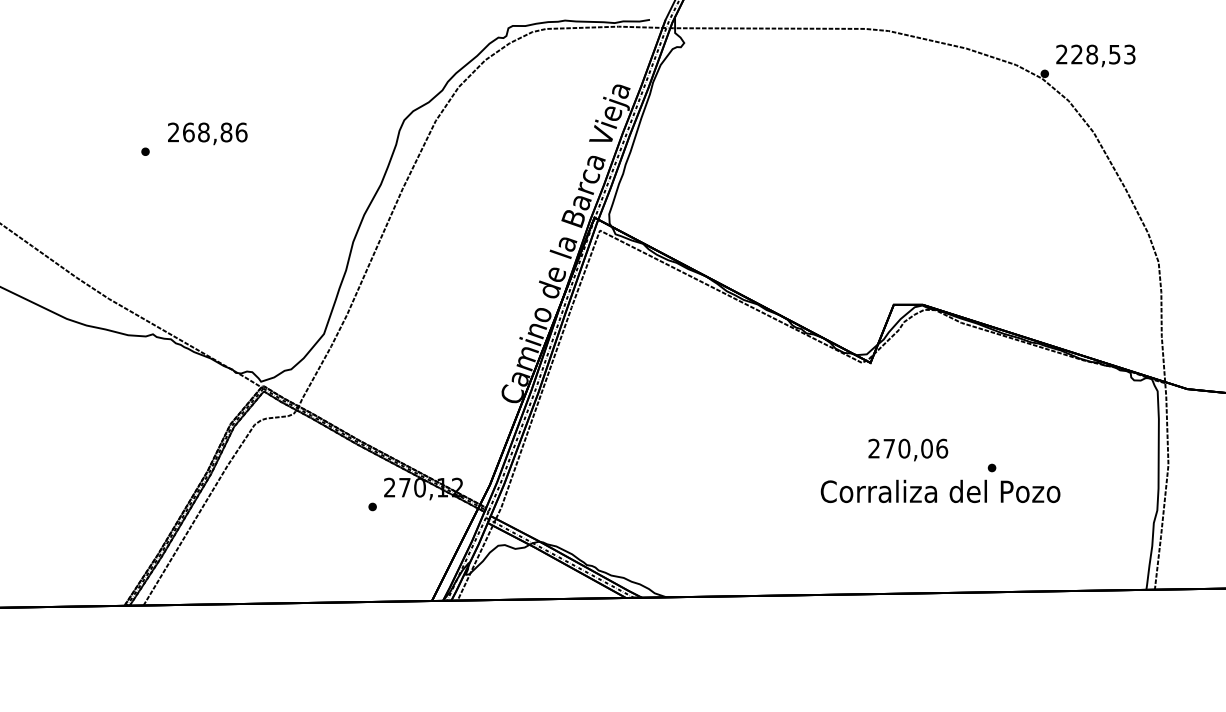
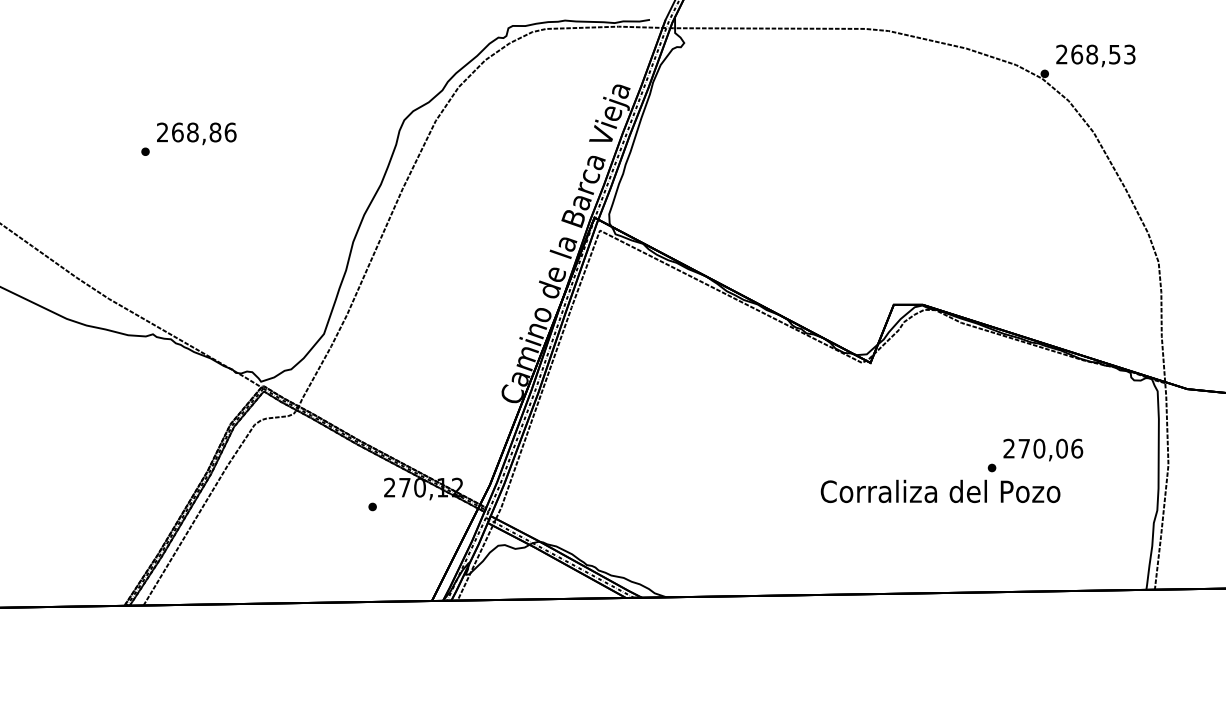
text at (1077, 54): 228,53 -> 268,53
text at (207, 133) position: (207, 133) -> (196, 133)
text at (908, 449) position: (908, 449) -> (1043, 449)
